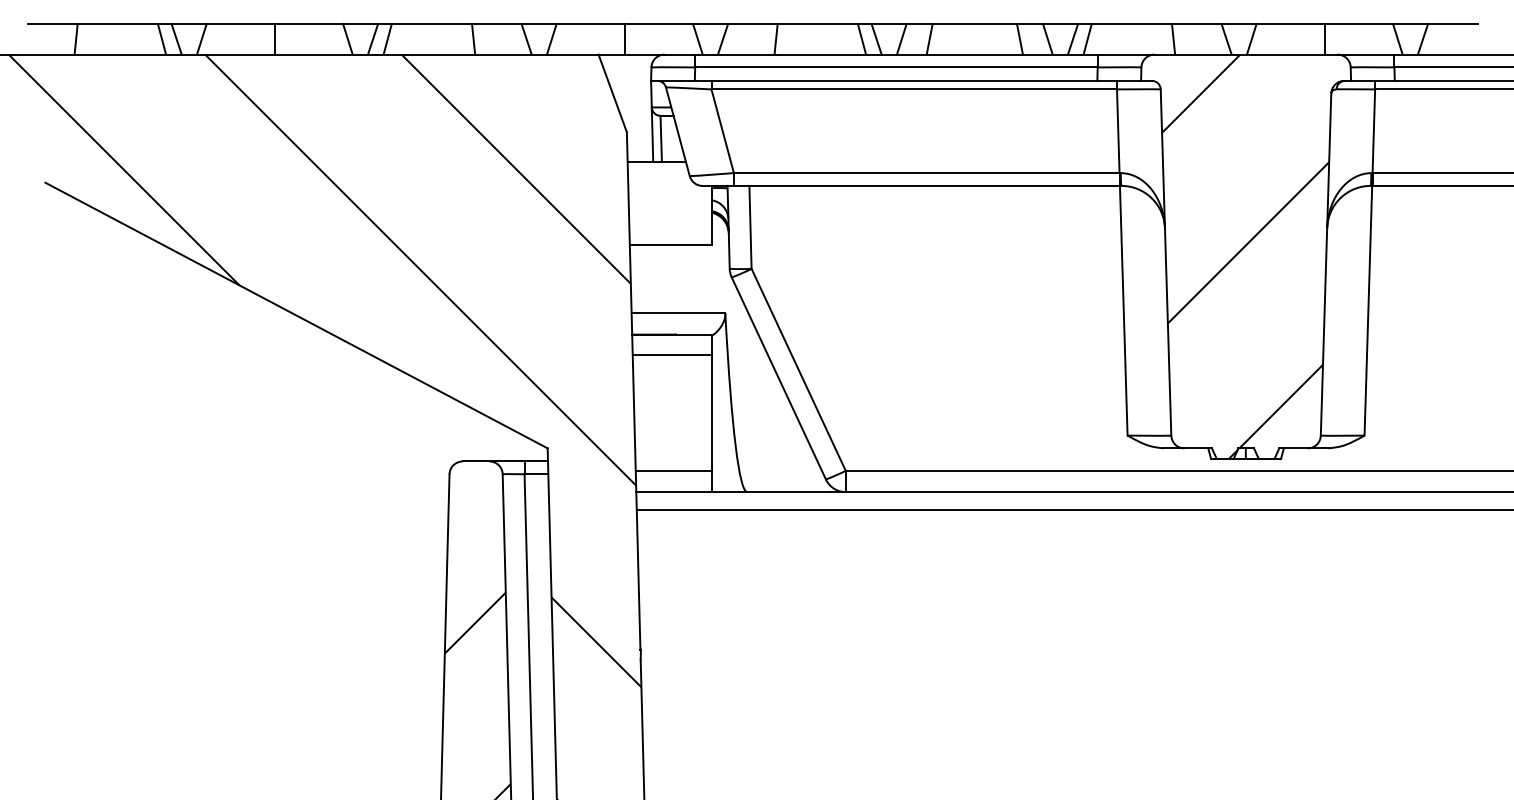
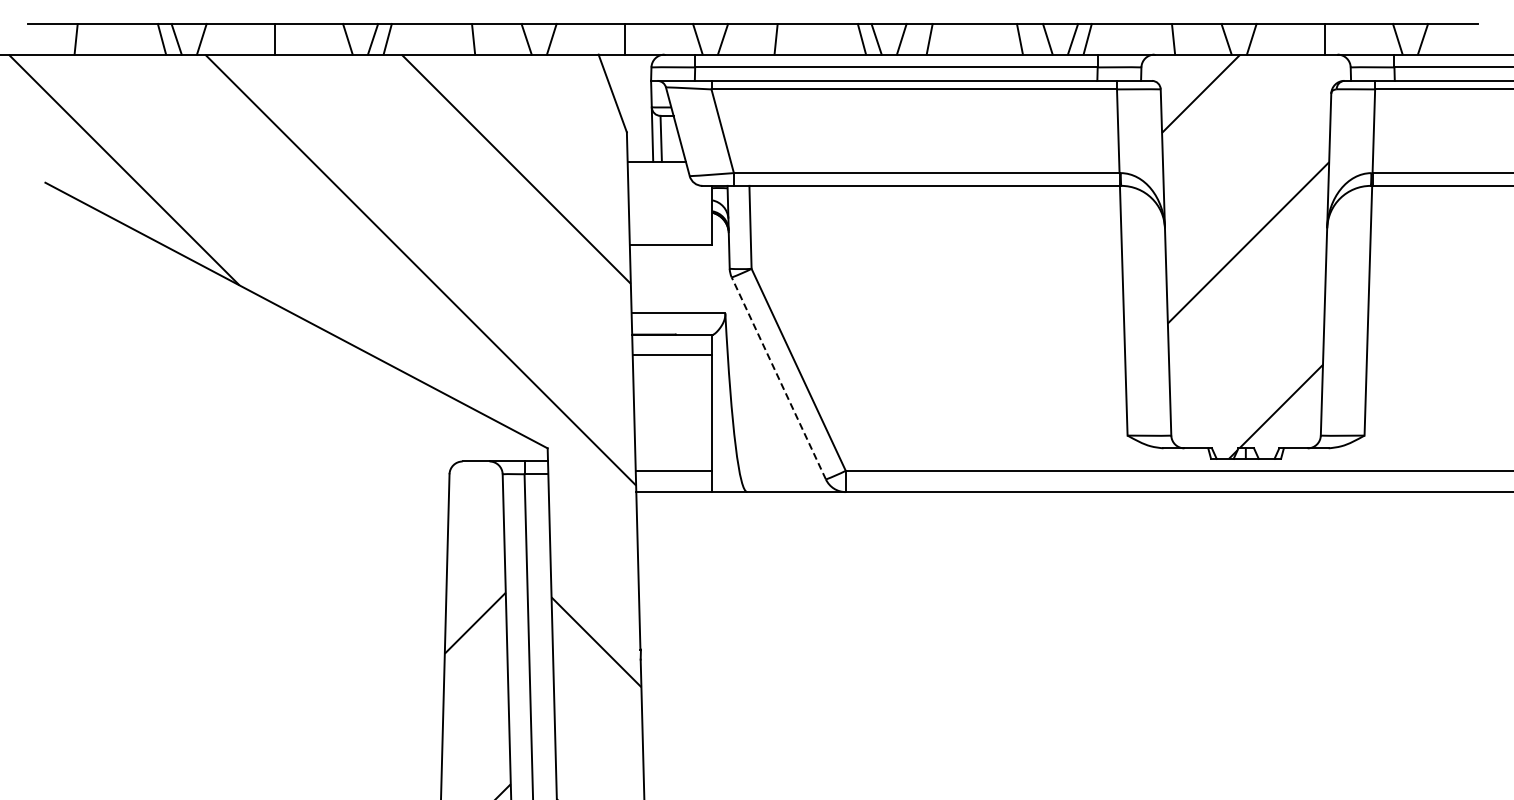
line at (778, 378): solid -> dashed
line at (1073, 510): present -> none
